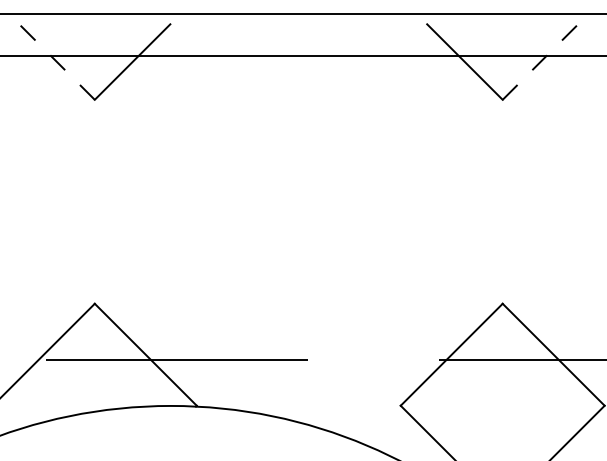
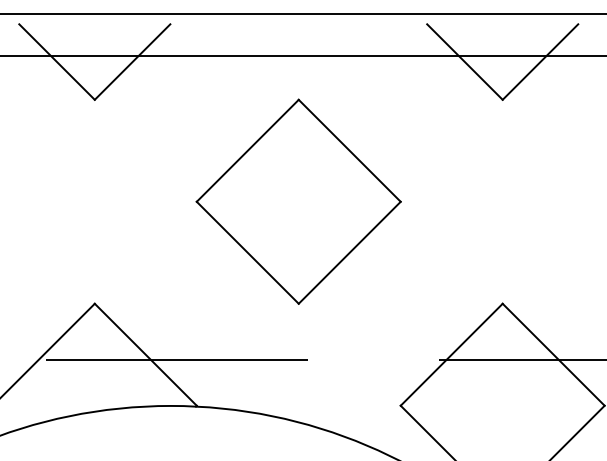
line at (56, 61): dashed -> solid
line at (540, 61): dashed -> solid
part at (298, 201): none -> present
